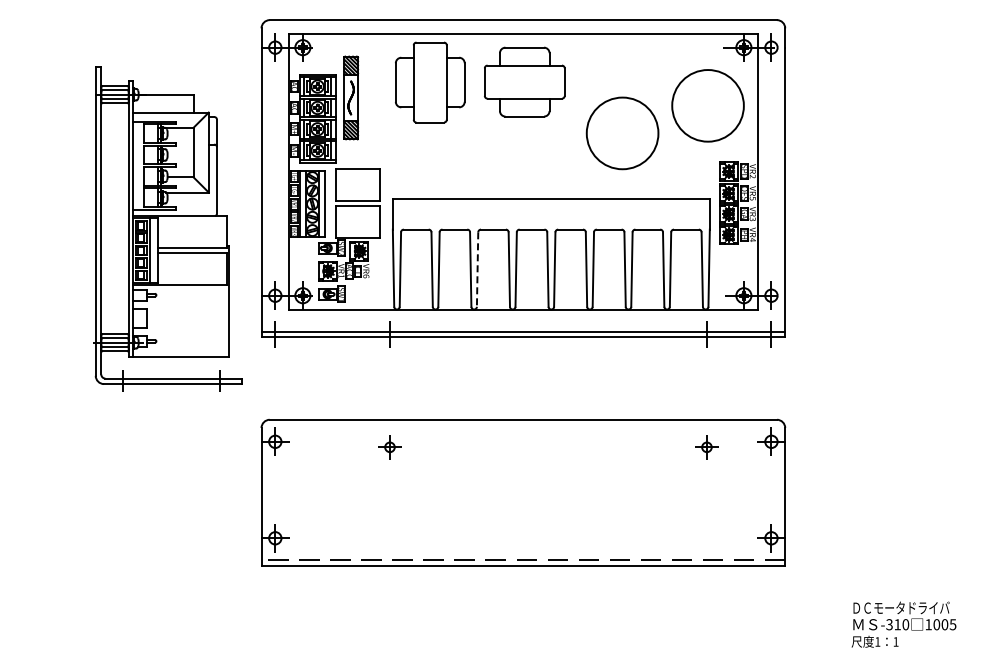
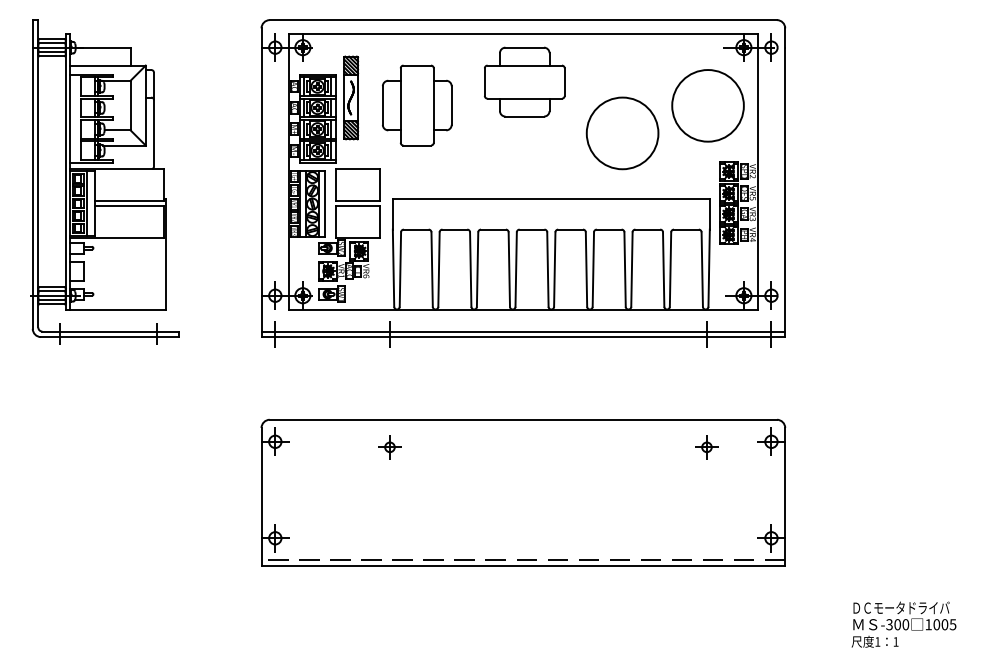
part at (430, 82) position: (430, 82) -> (417, 105)
part at (167, 228) position: (167, 228) -> (104, 181)
line at (477, 270): dashed -> solid
text at (897, 624): -310 -> -300
